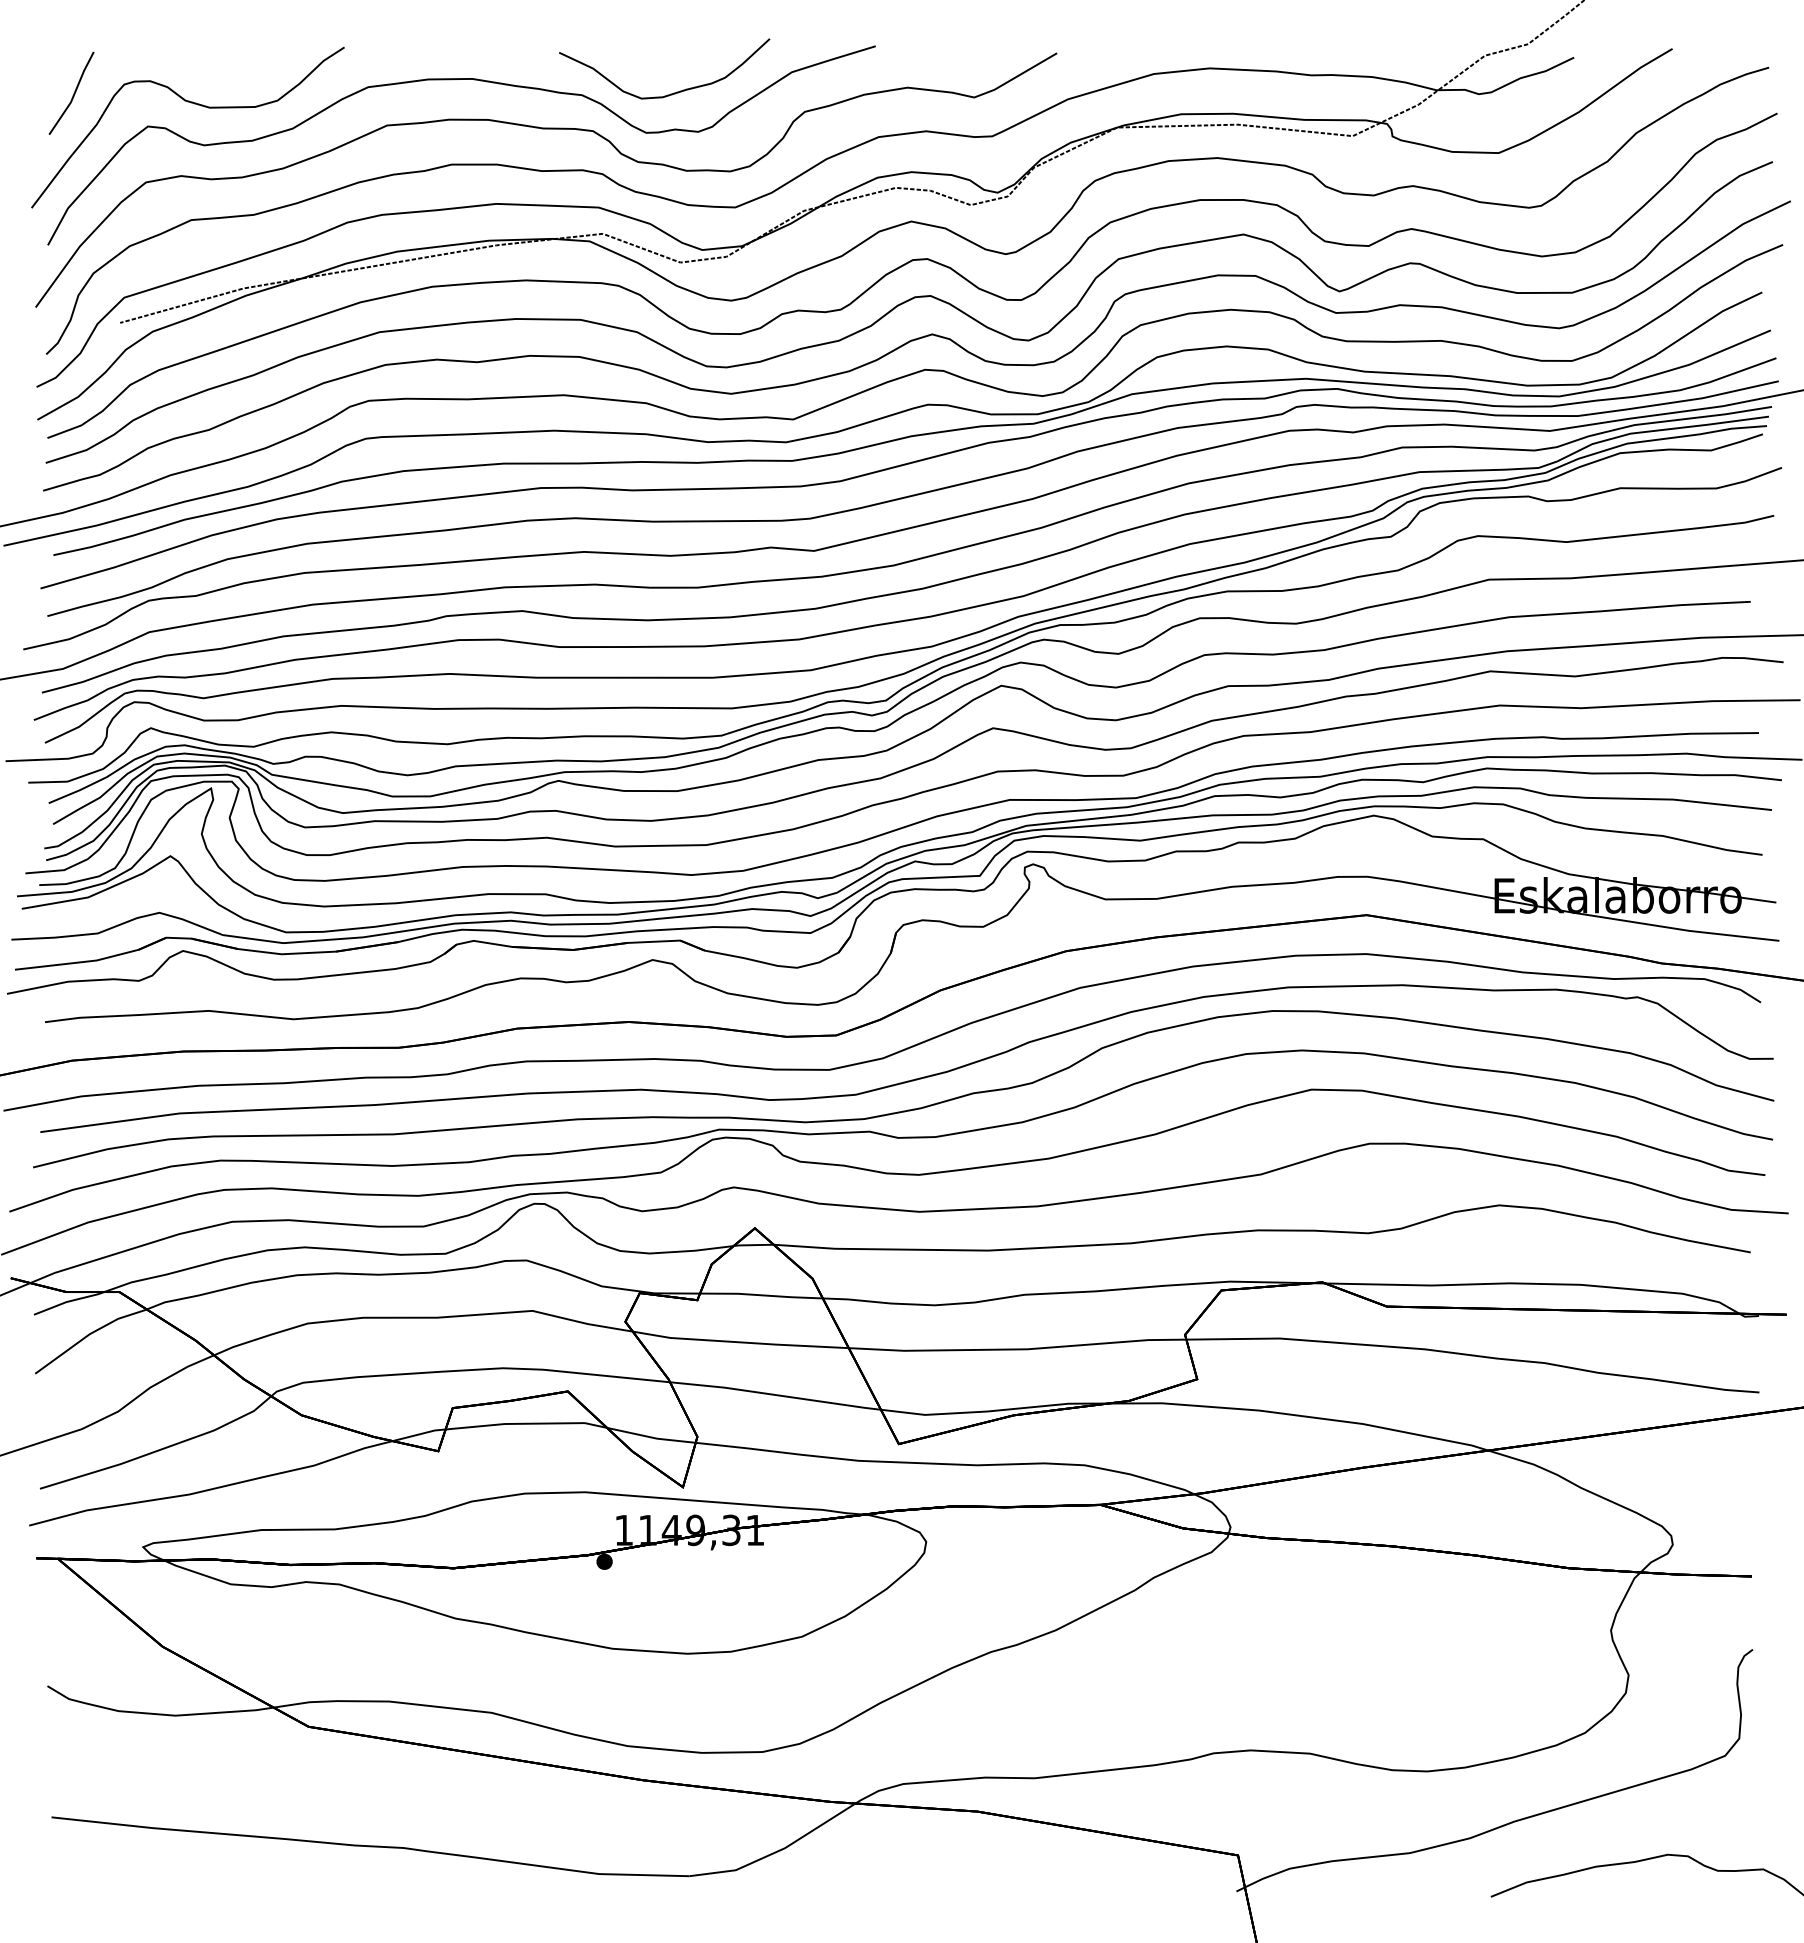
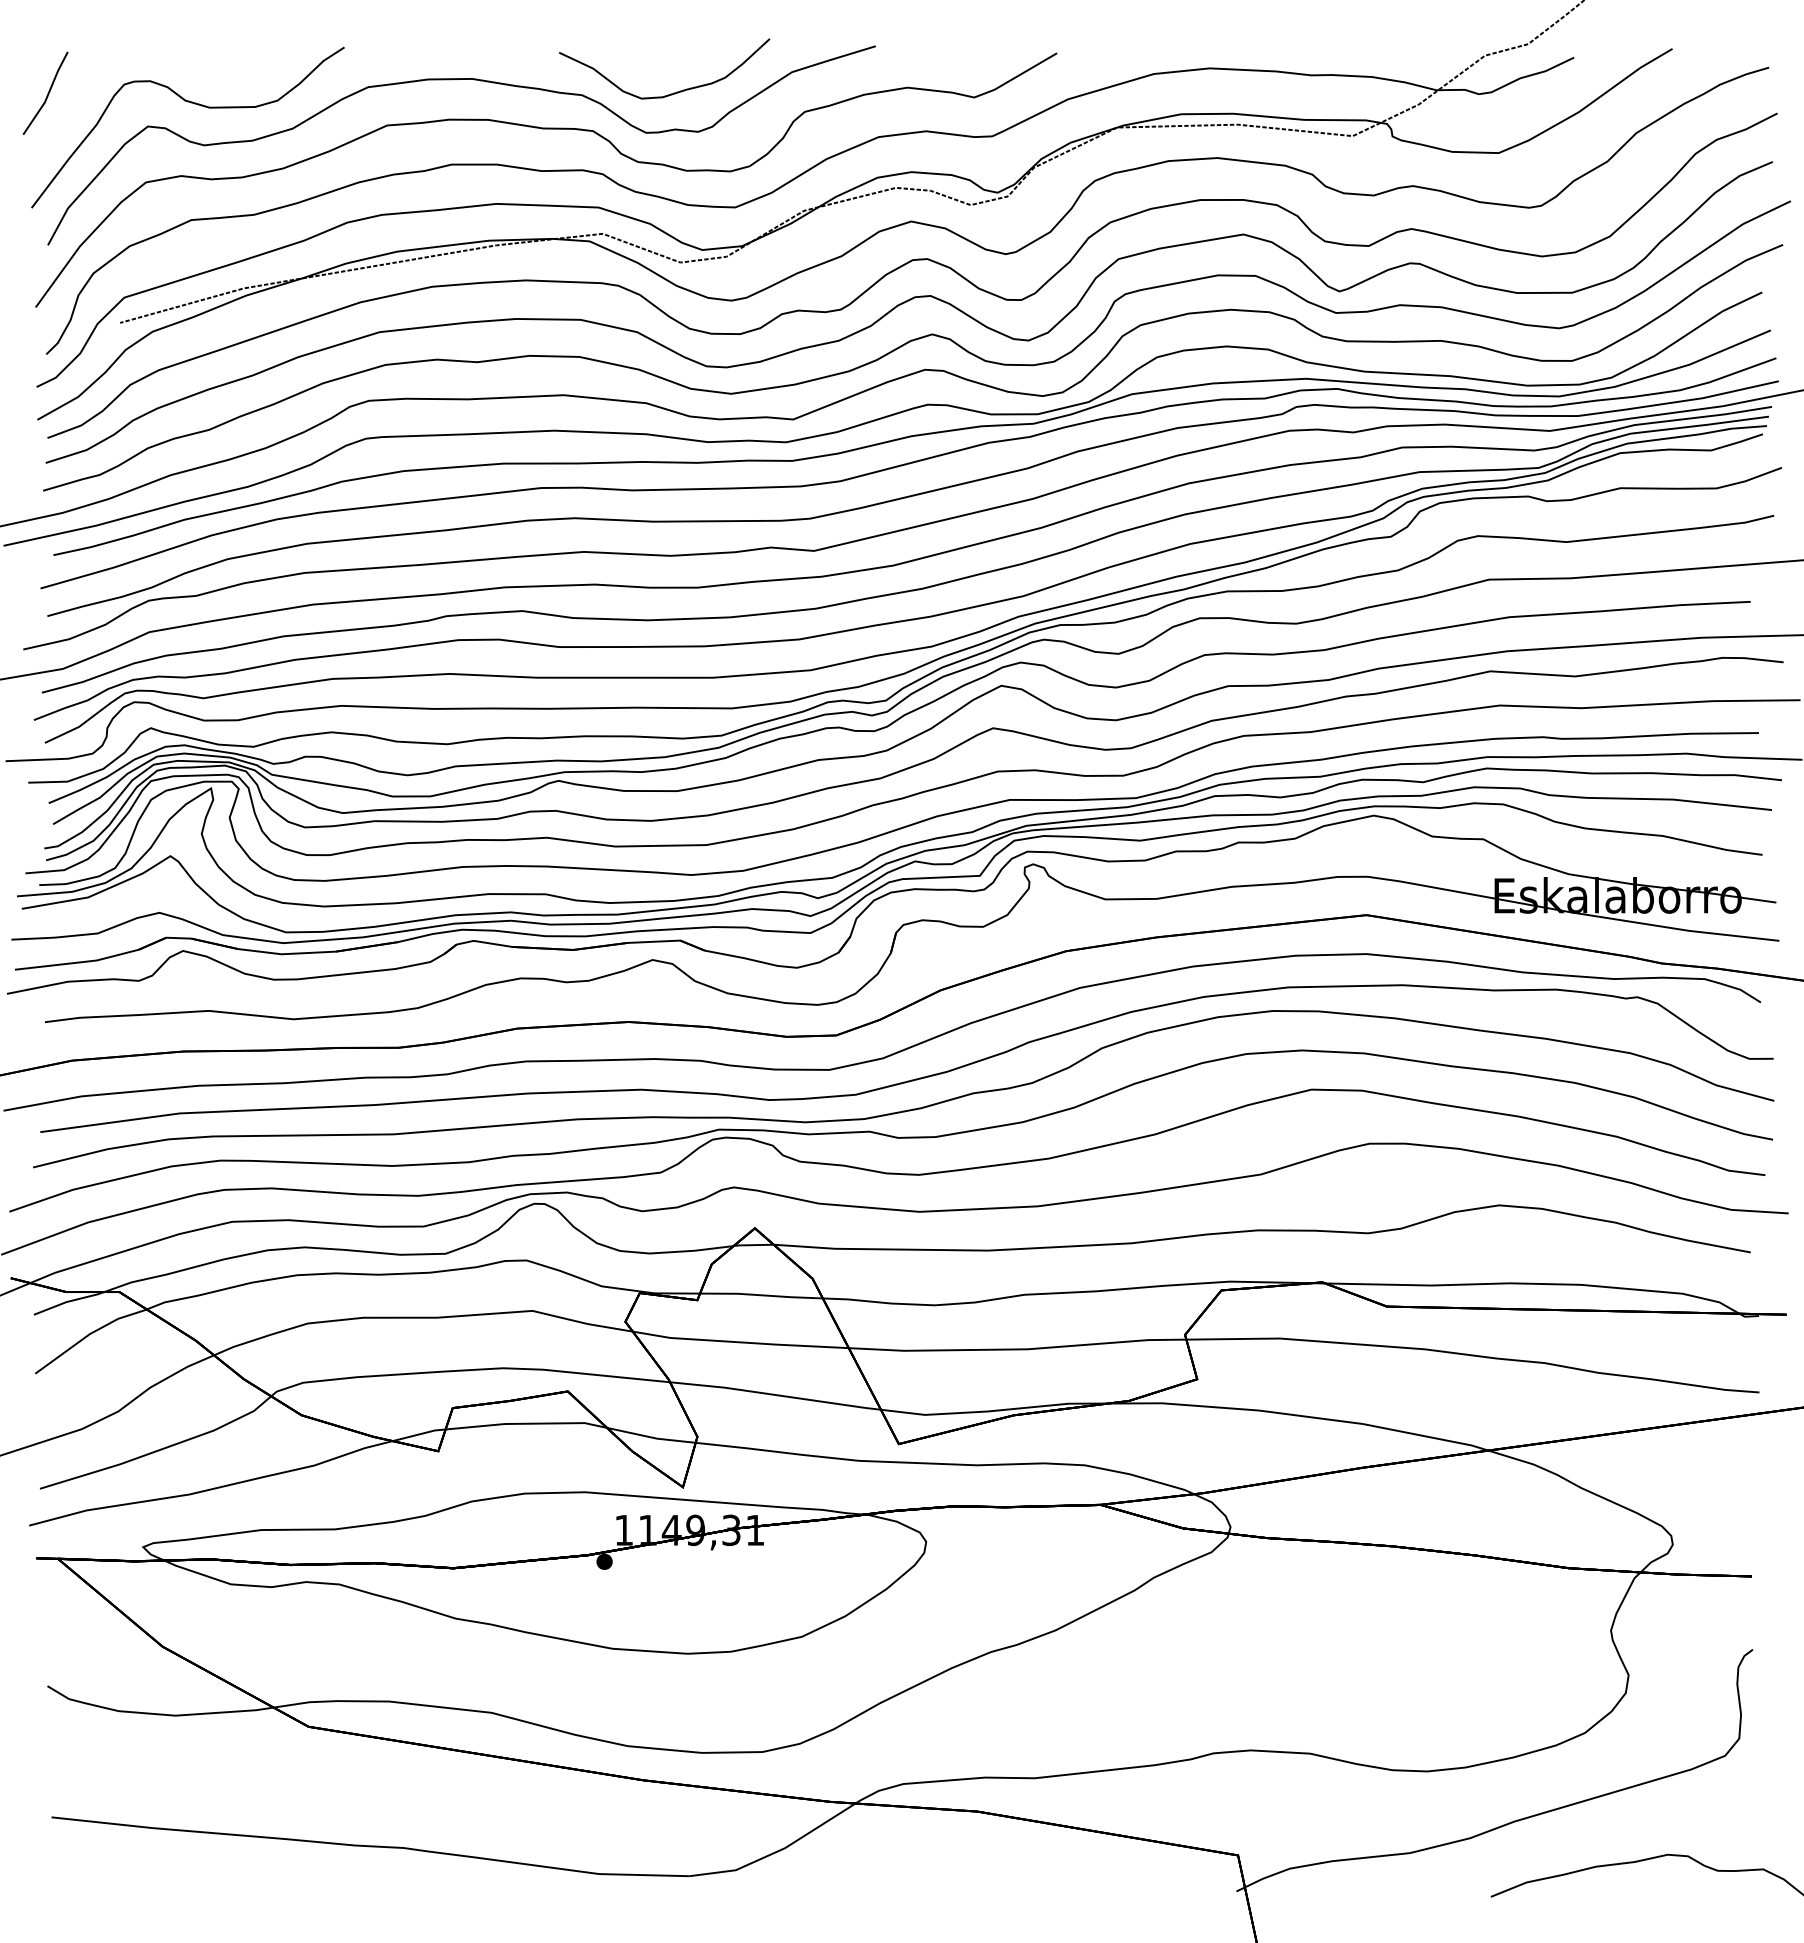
part at (71, 92) position: (71, 92) -> (45, 92)
